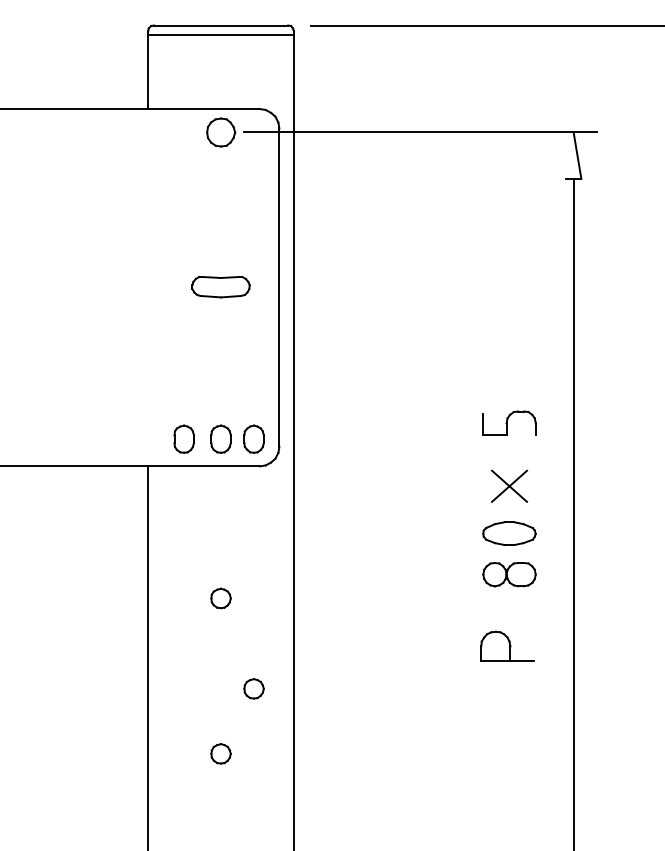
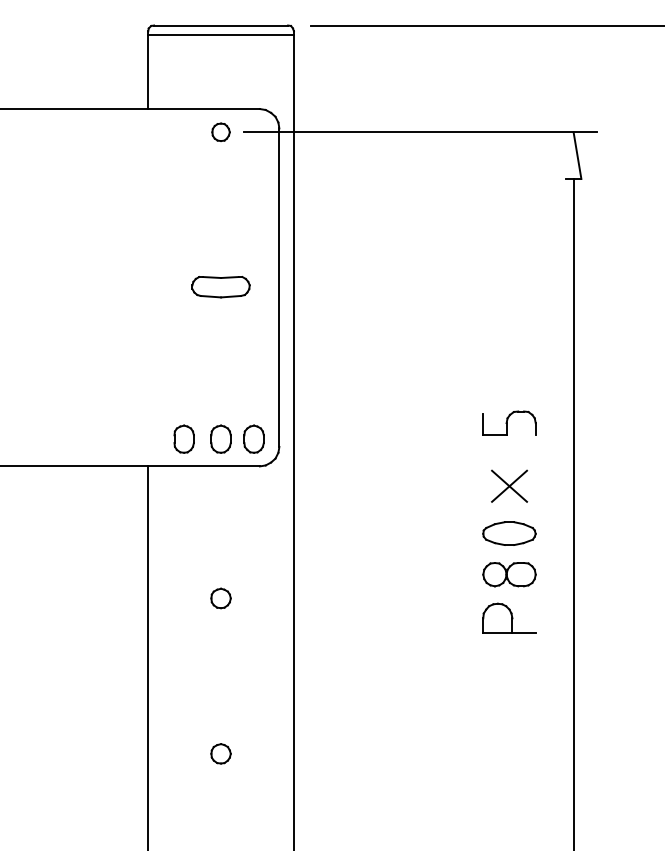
part at (221, 132) size: 31x31 px -> 20x20 px
part at (507, 645) position: (507, 645) -> (509, 617)
part at (253, 688): present -> none
